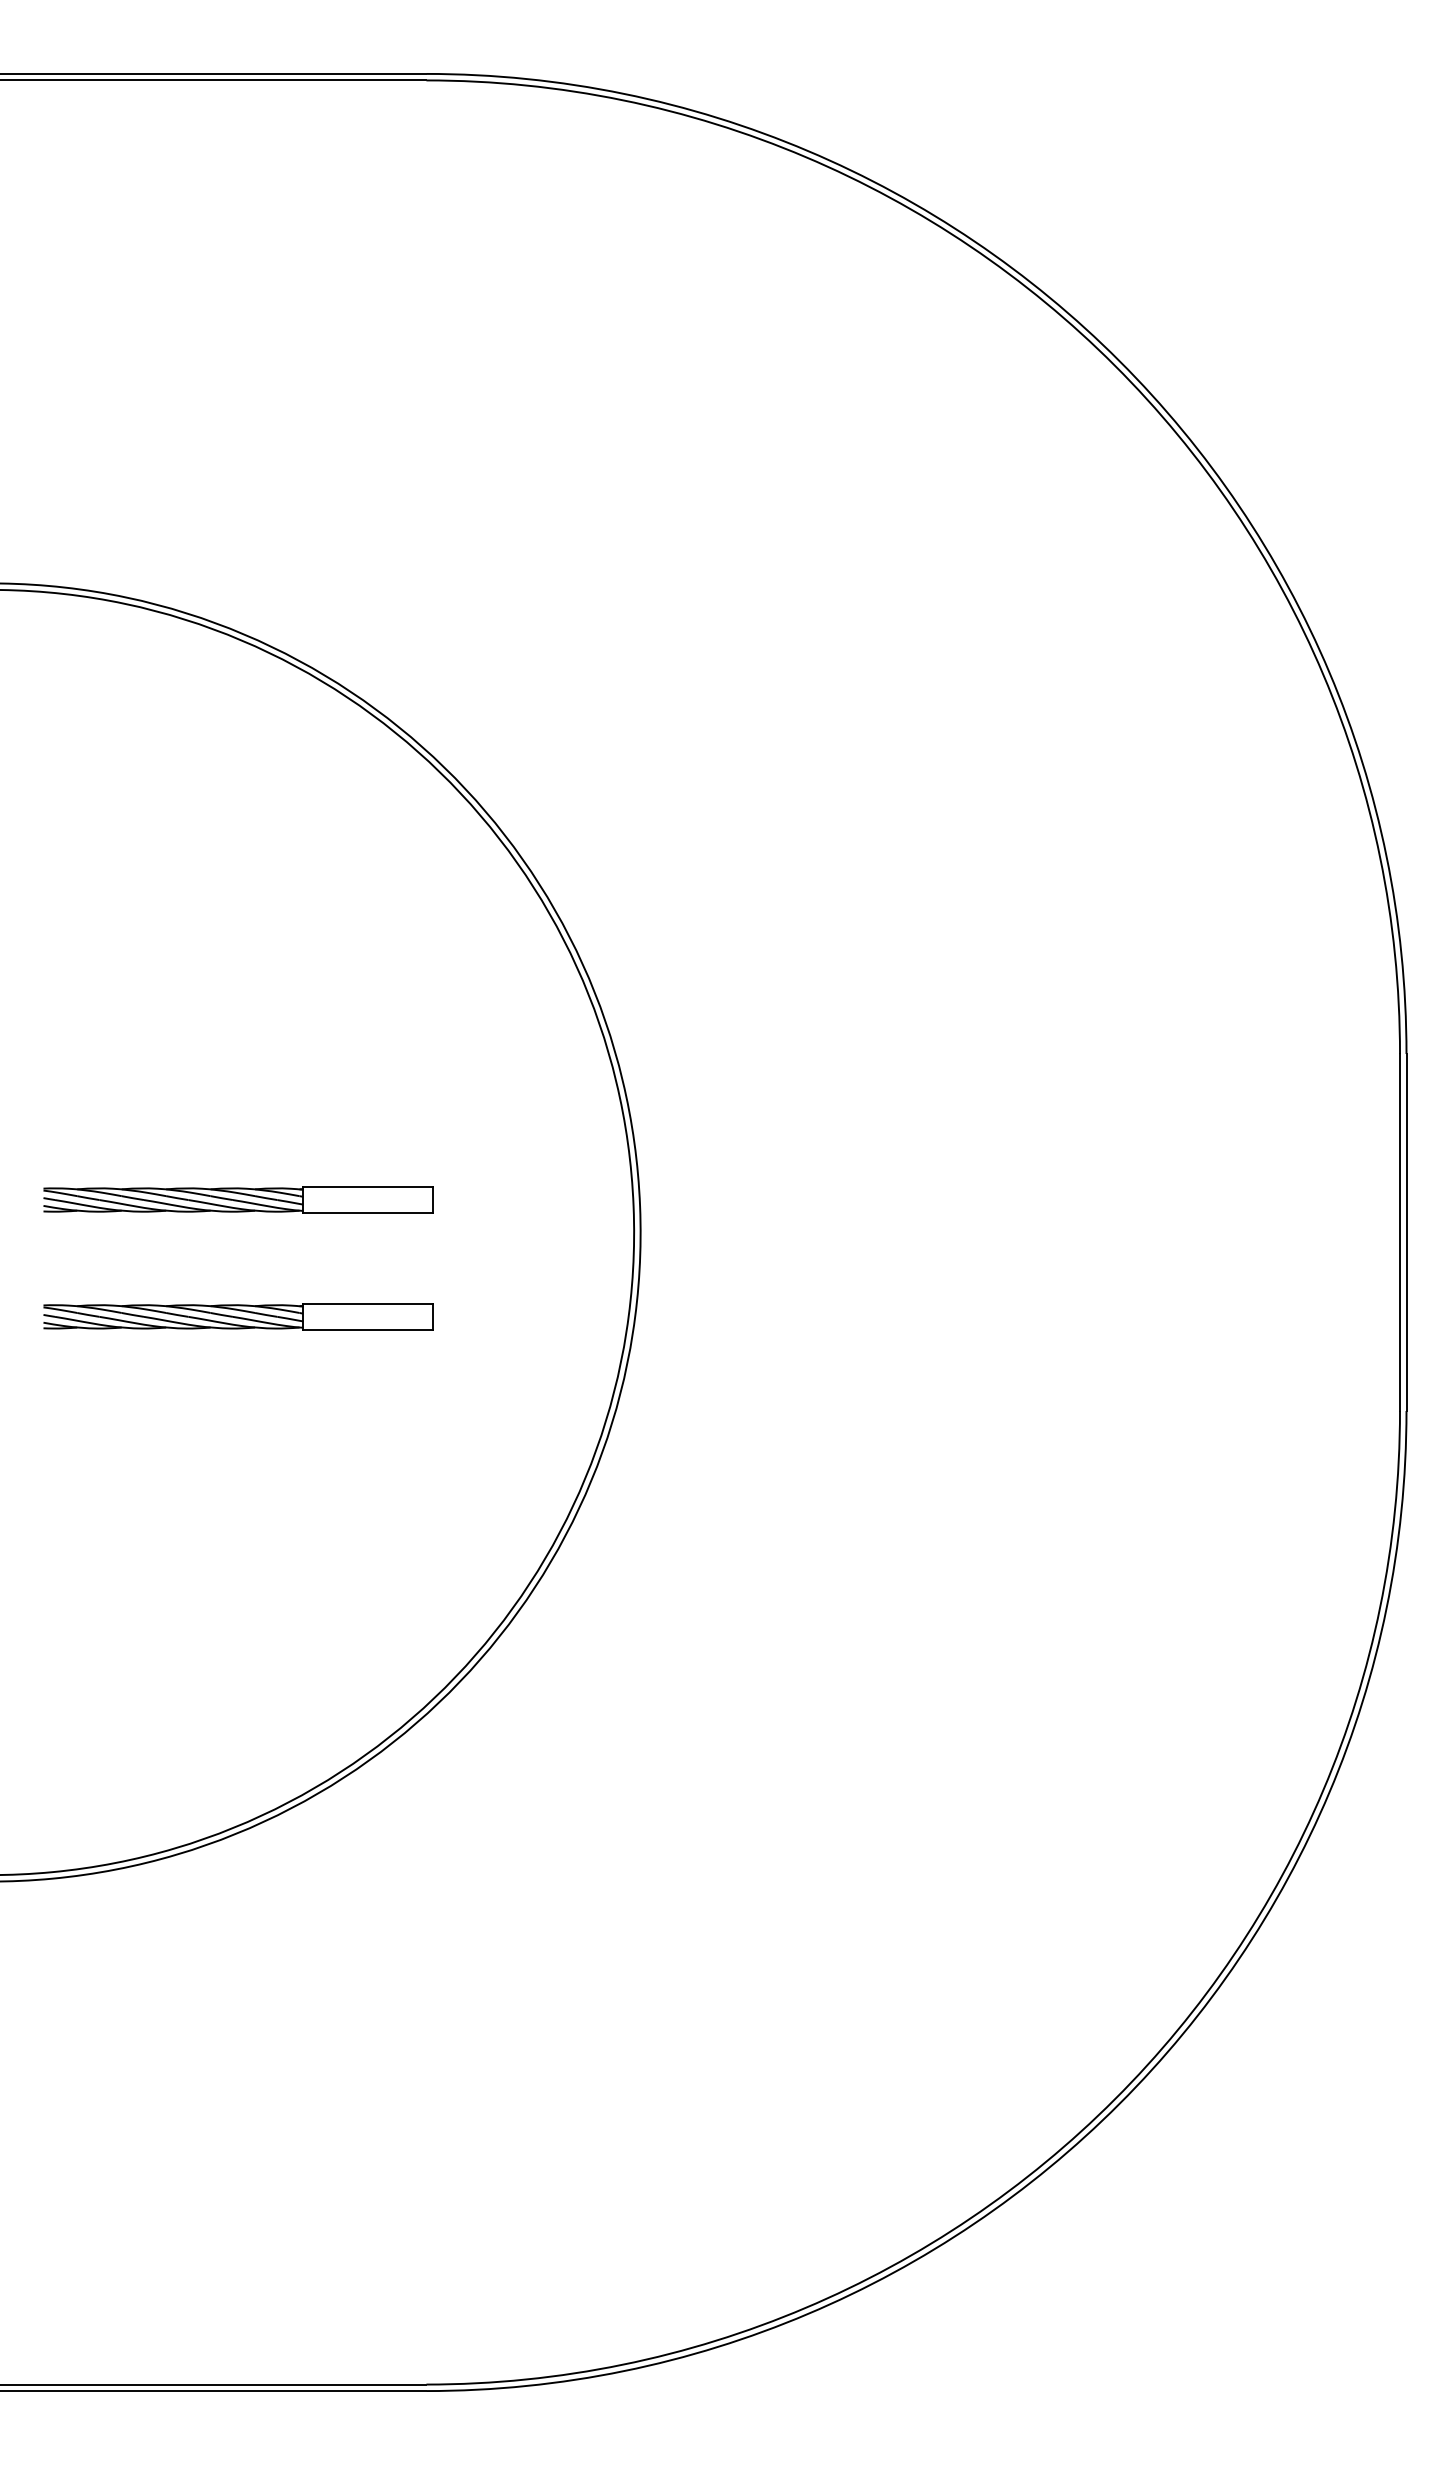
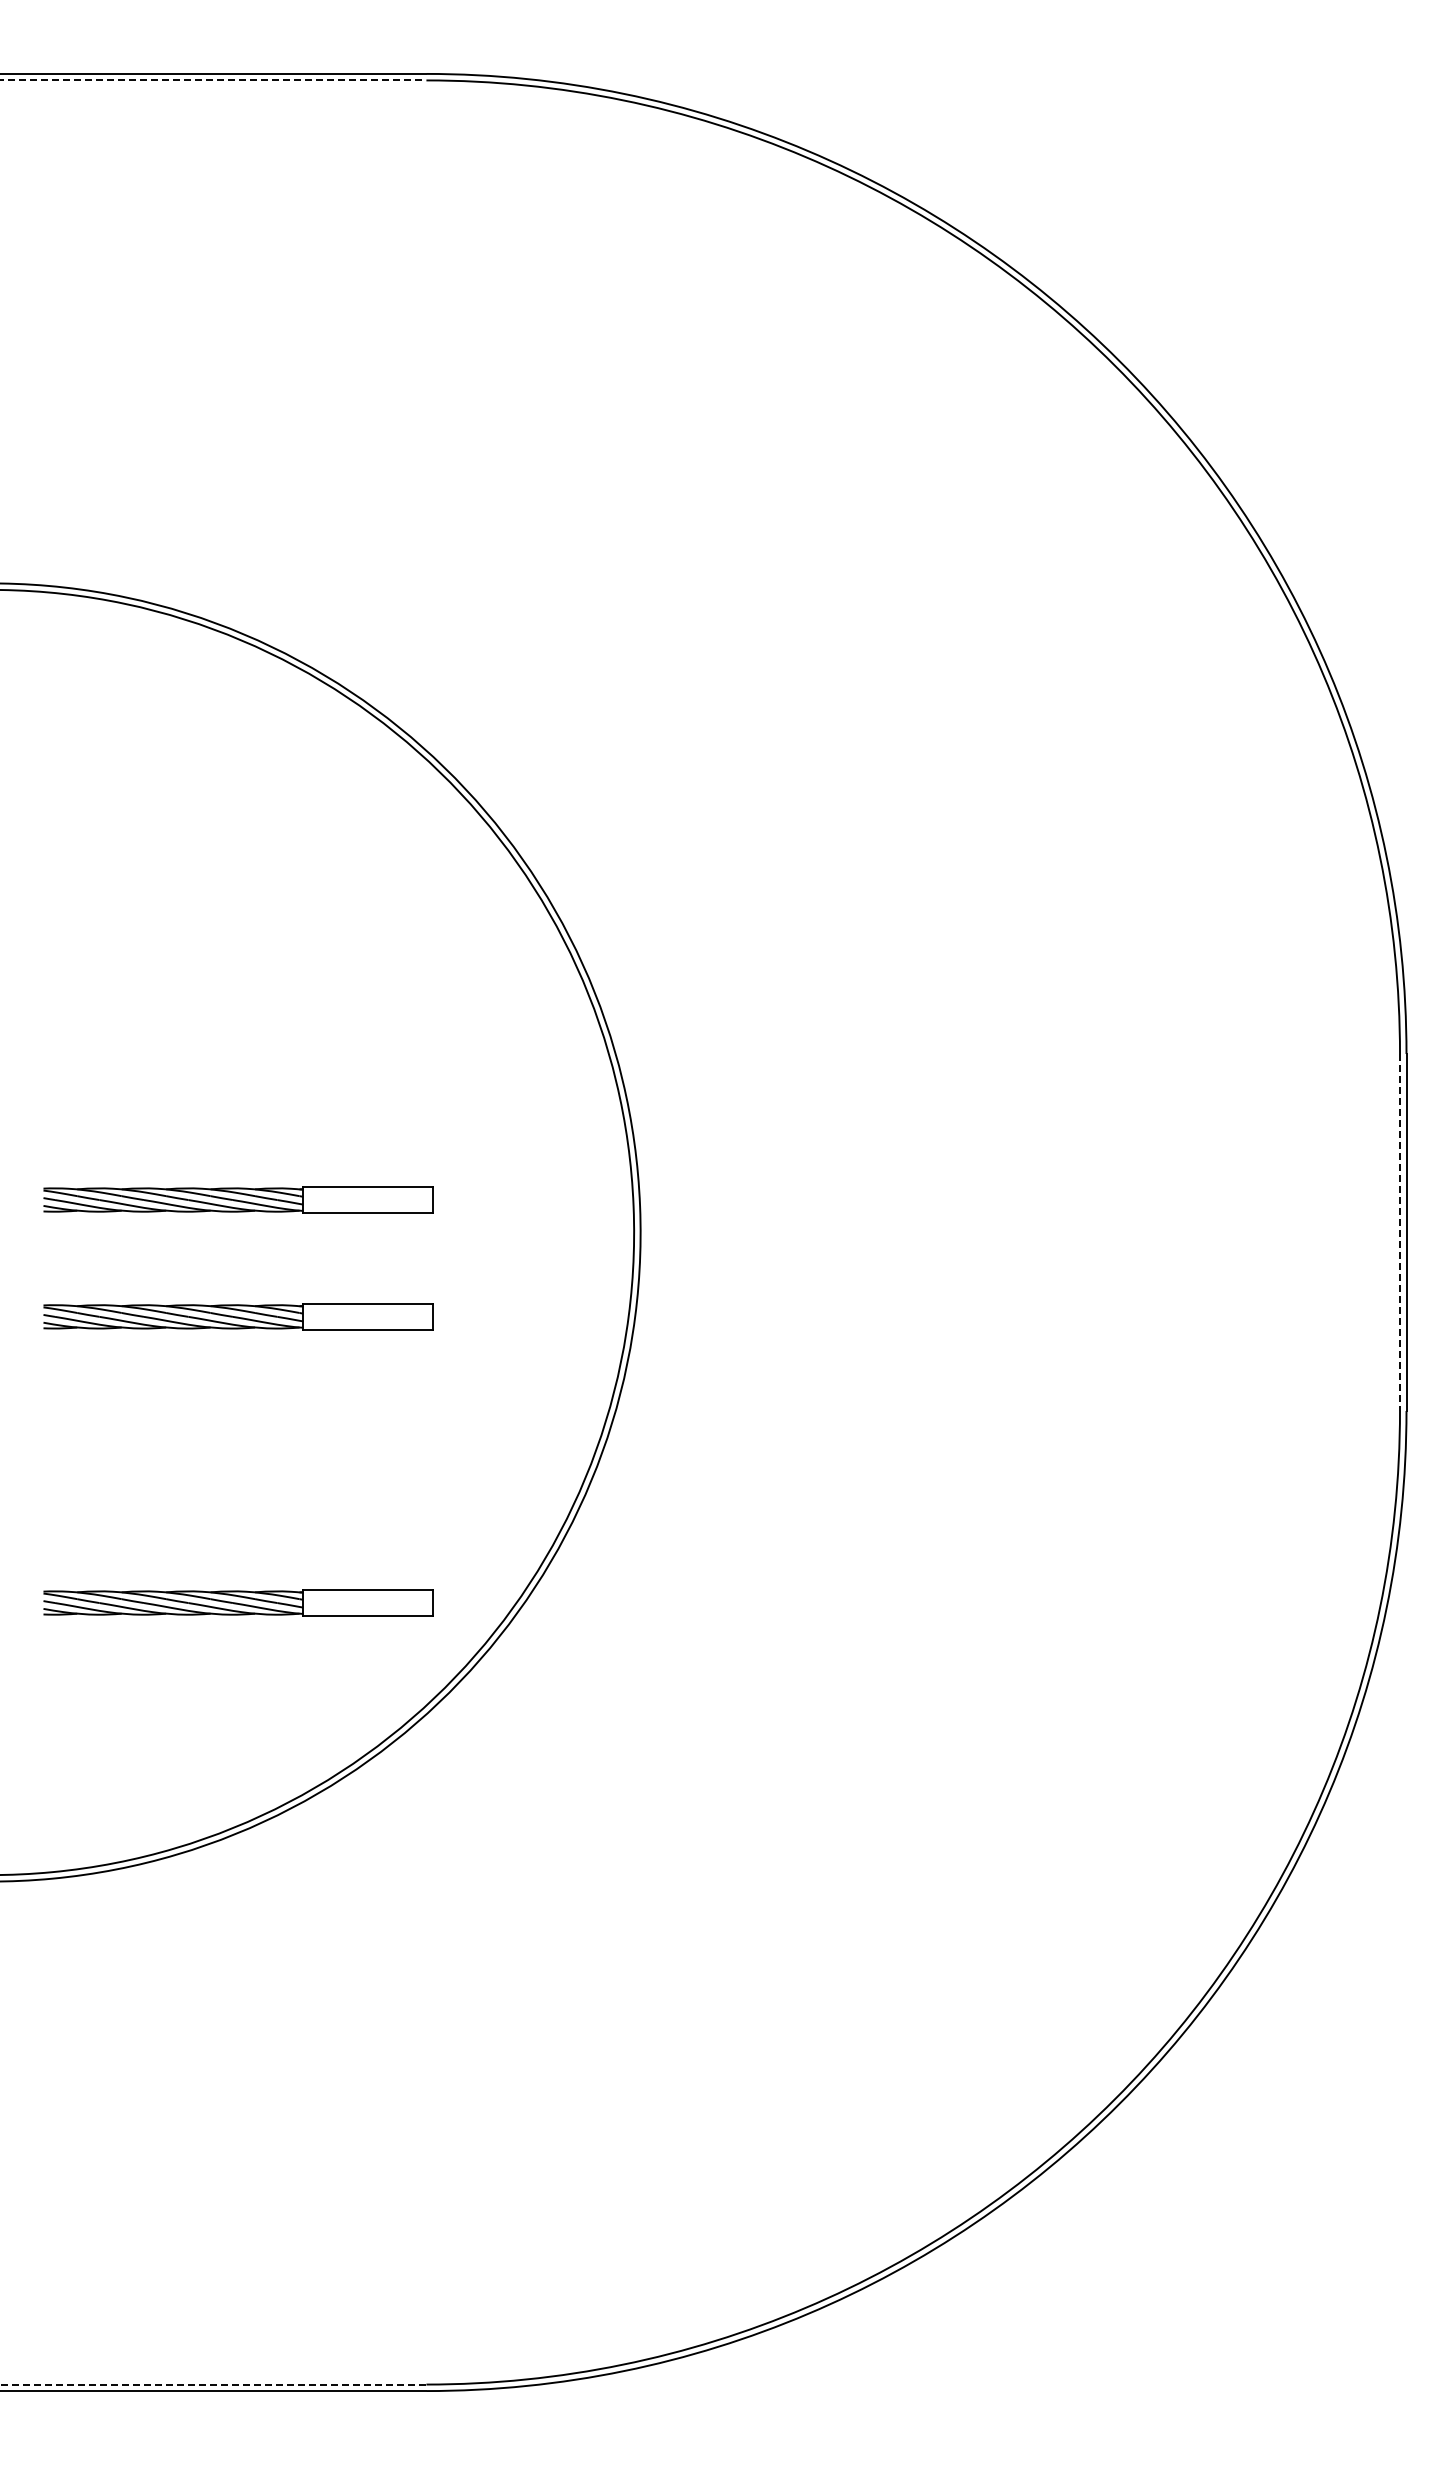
line at (213, 80): solid -> dashed
line at (1400, 1232): solid -> dashed
part at (238, 1602): none -> present
line at (213, 2384): solid -> dashed
